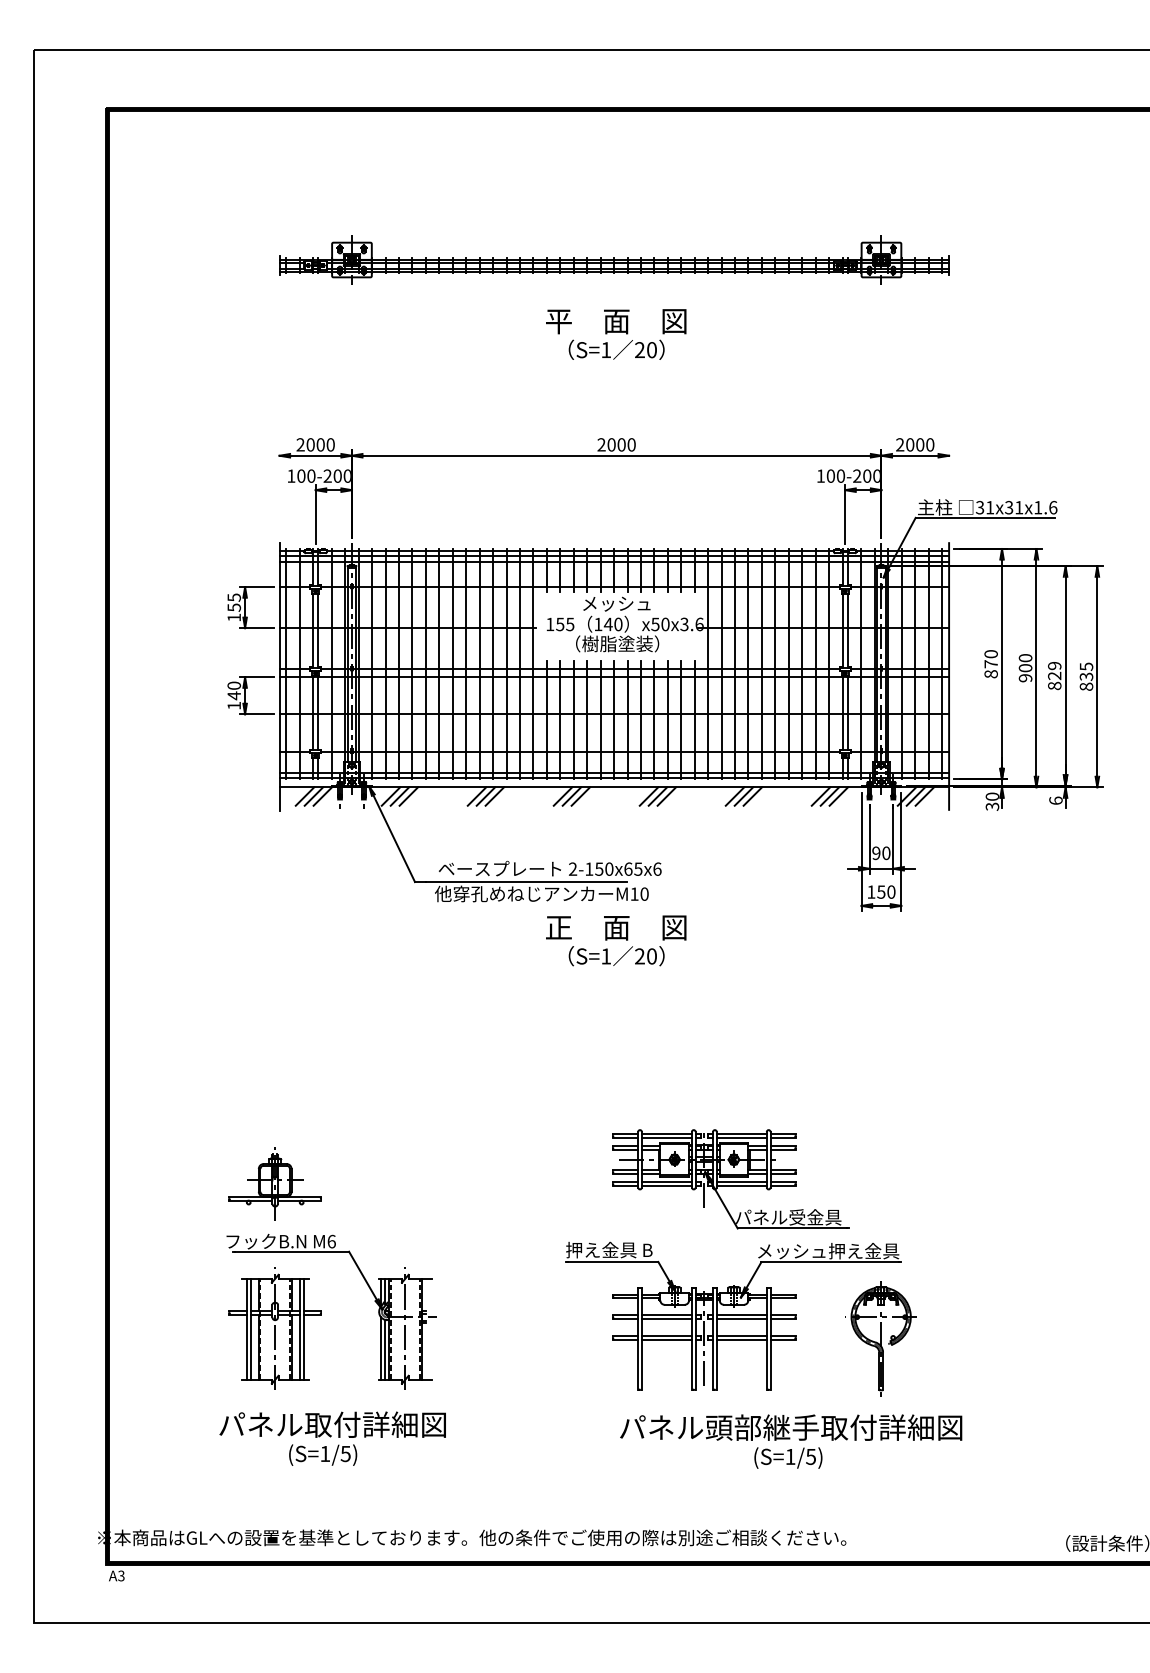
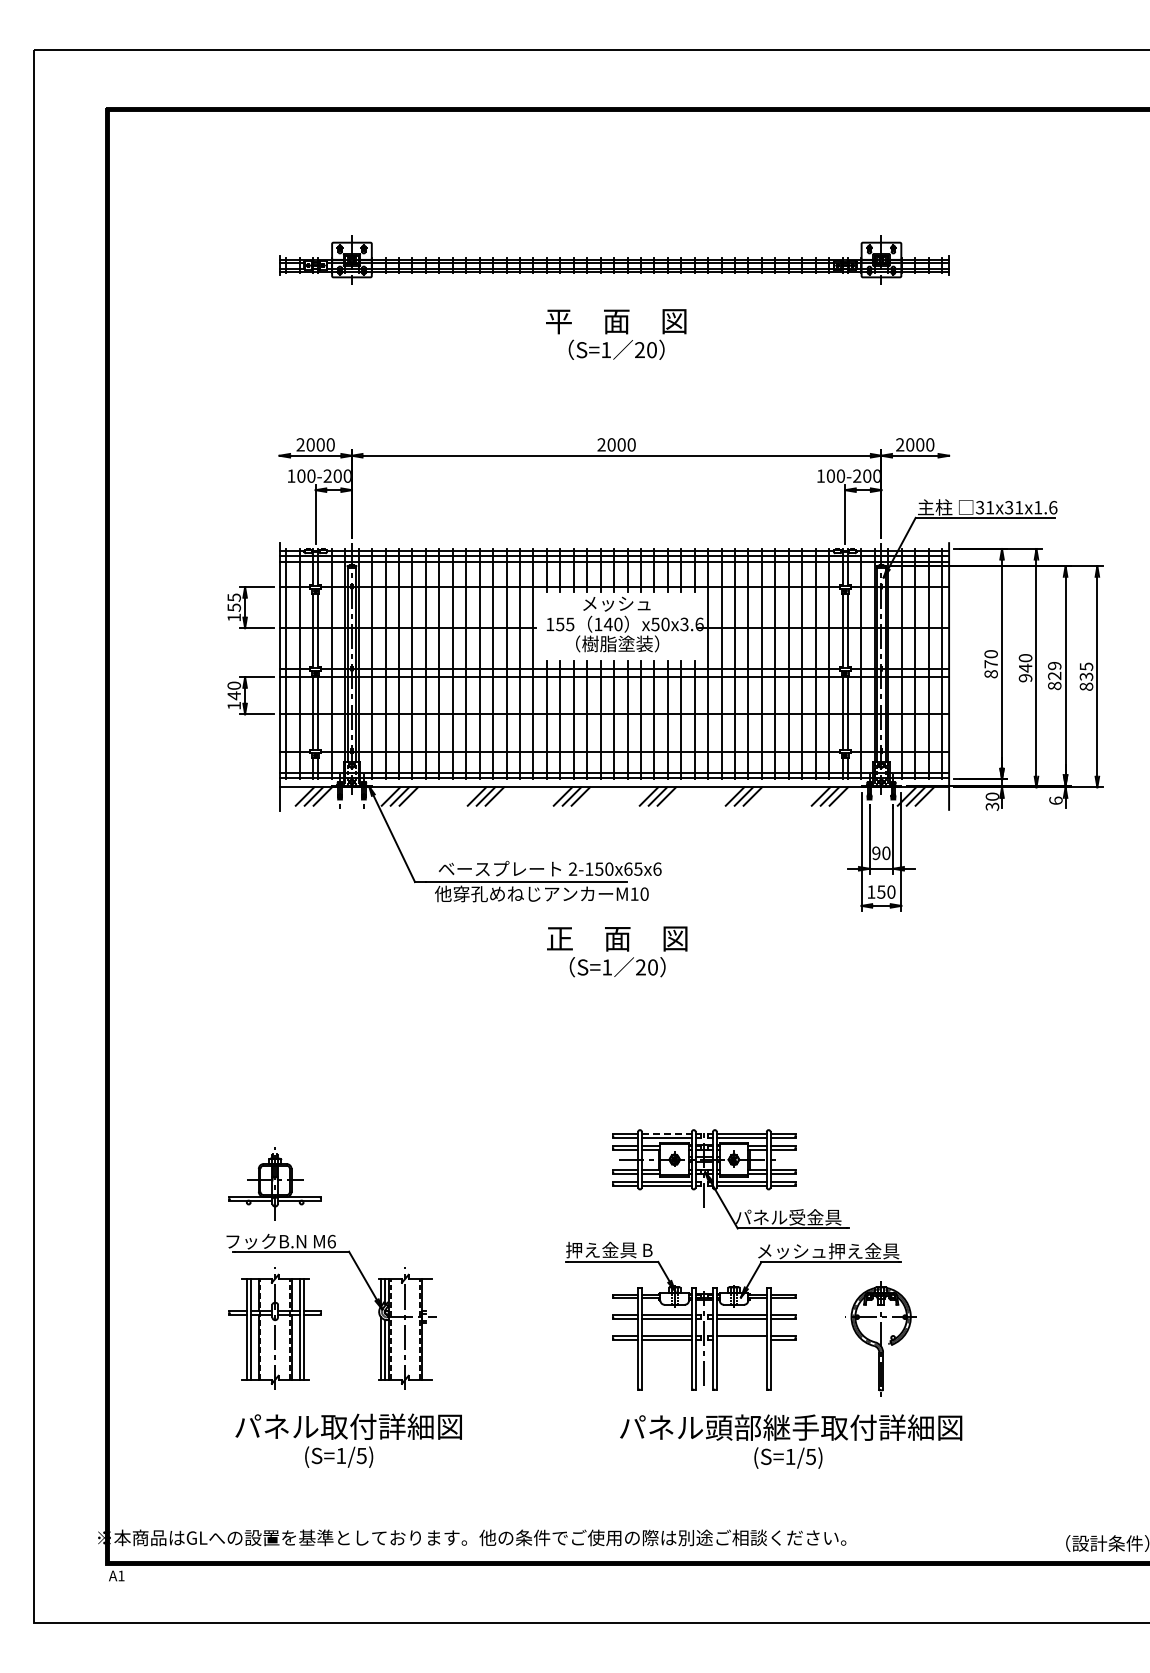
text at (1025, 667): 900 -> 940
text at (616, 940) position: (616, 940) -> (617, 951)
line at (666, 1133): solid -> dashed
line at (741, 1339): present -> none
text at (332, 1438) position: (332, 1438) -> (348, 1440)
text at (121, 1575): A3 -> A1
